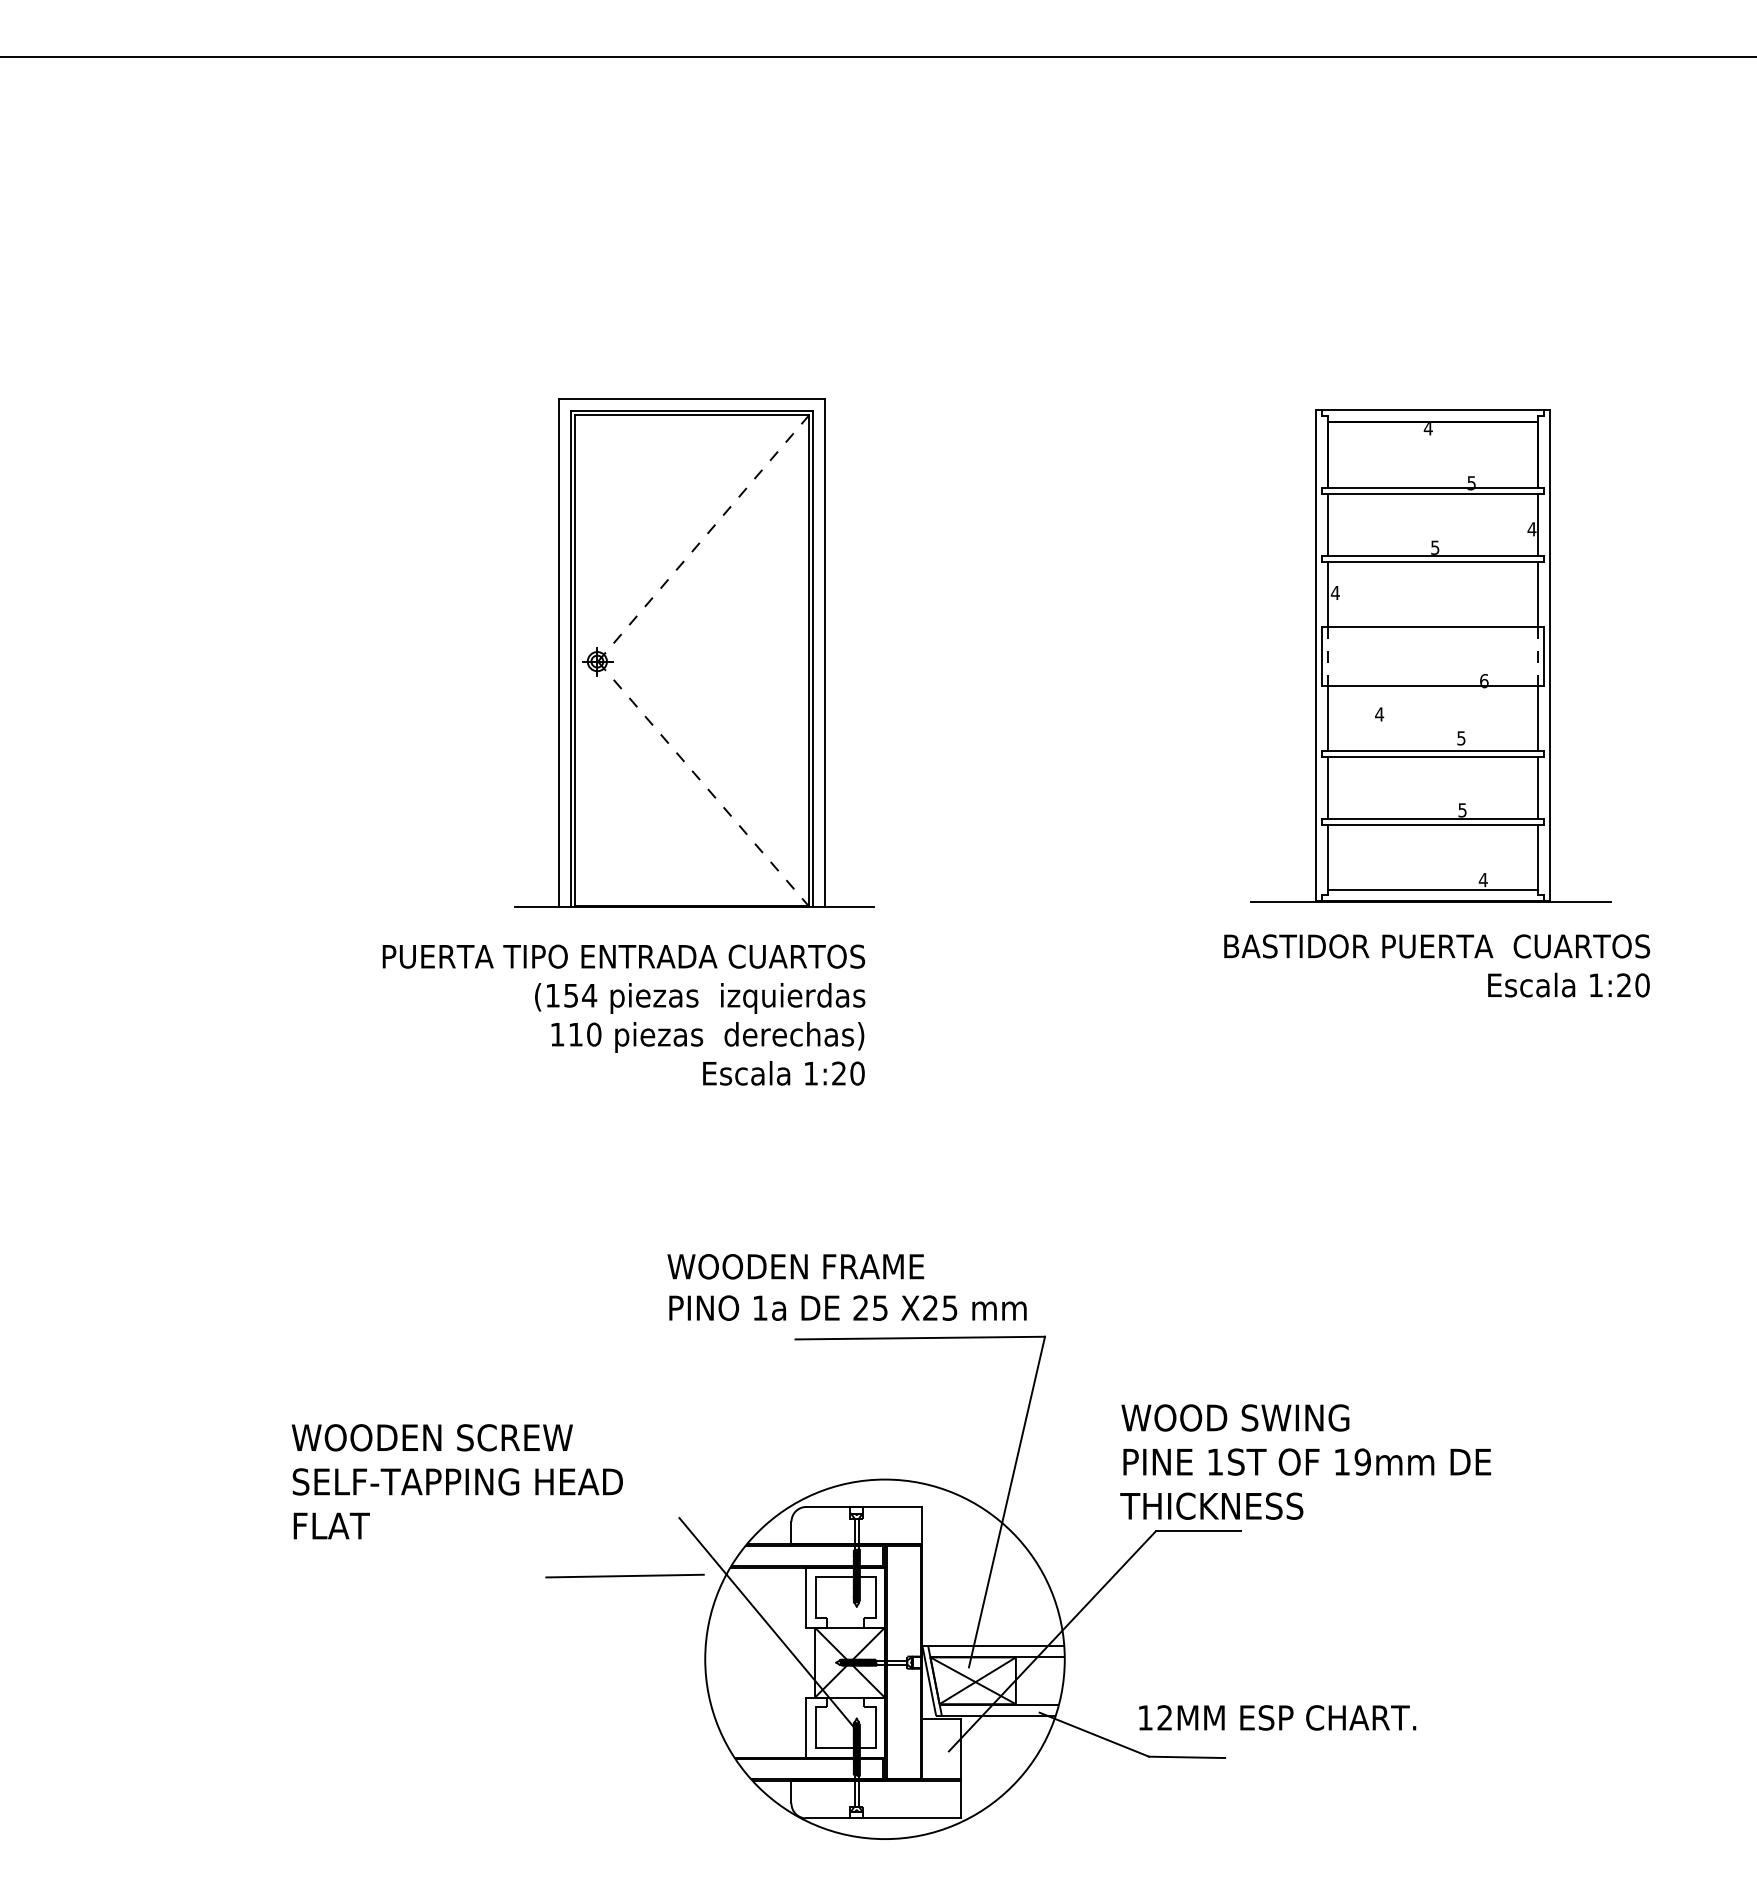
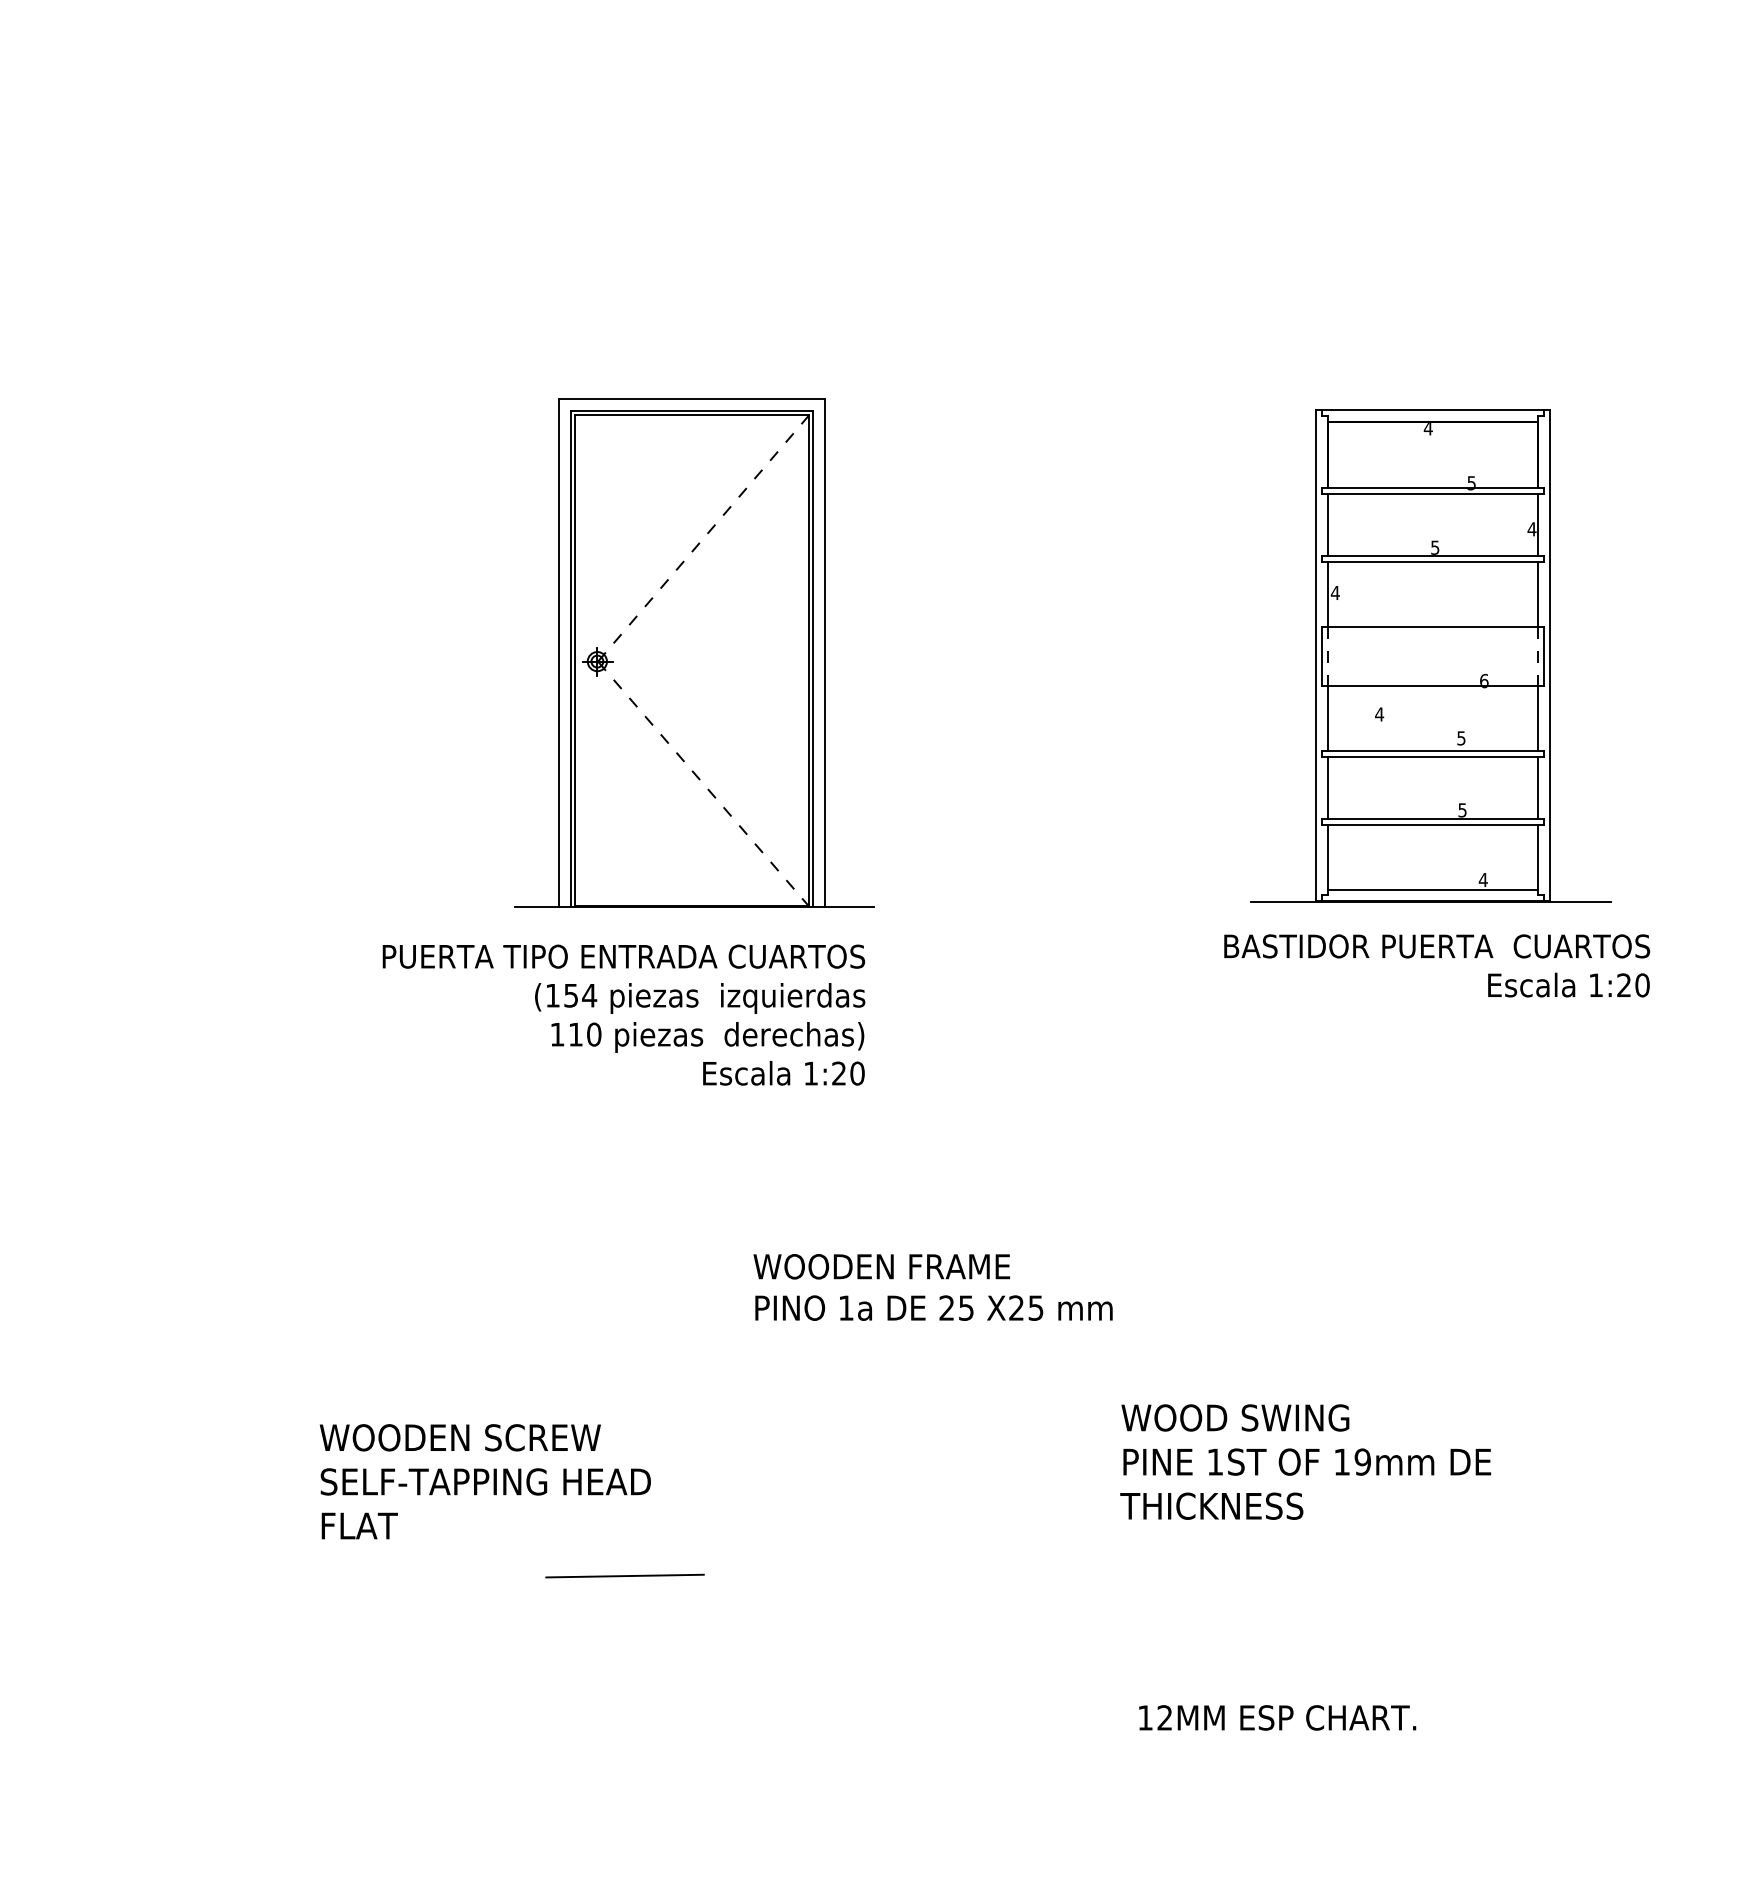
line at (877, 56): present -> none
text at (846, 1287) position: (846, 1287) -> (932, 1287)
text at (457, 1481) position: (457, 1481) -> (485, 1481)
part at (959, 1587): present -> none
